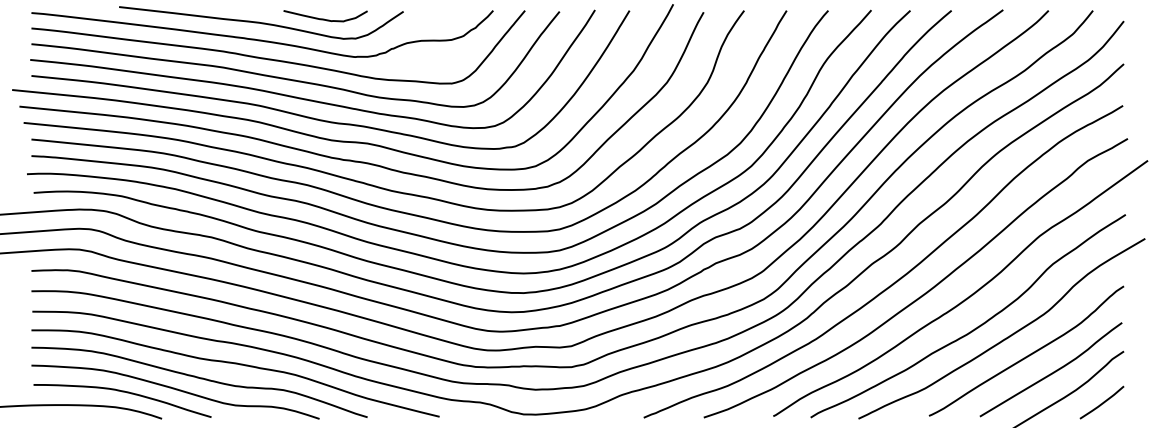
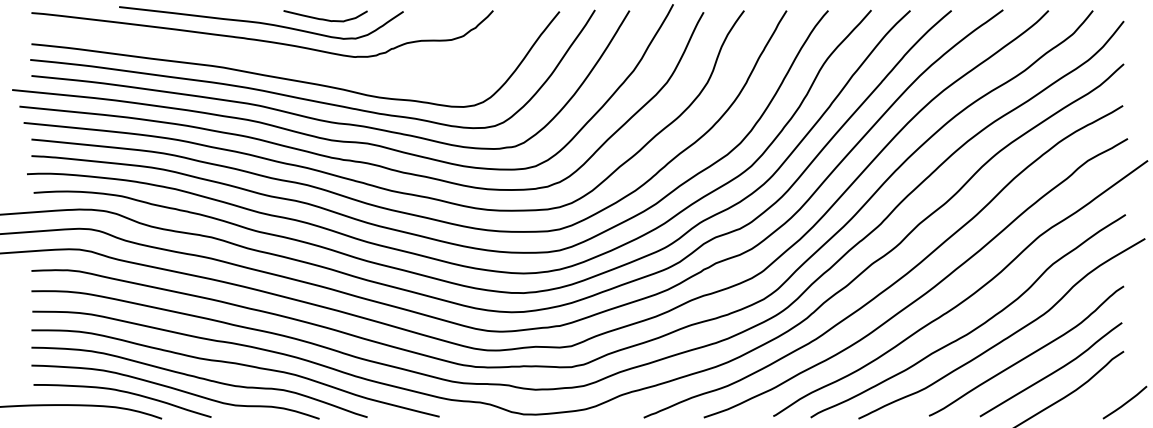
curve at (278, 59): present -> none
curve at (1102, 402) position: (1102, 402) -> (1125, 402)
